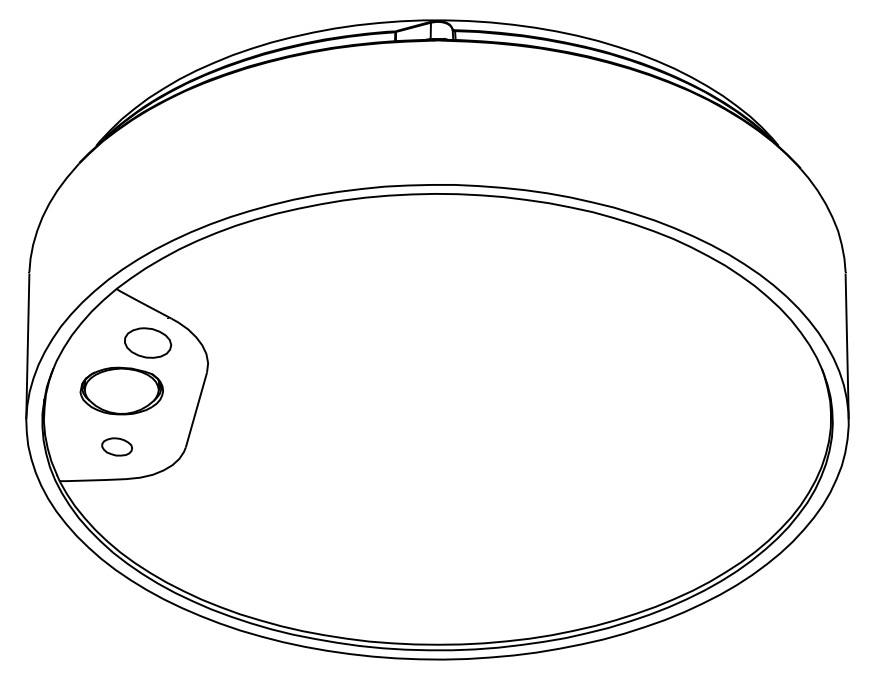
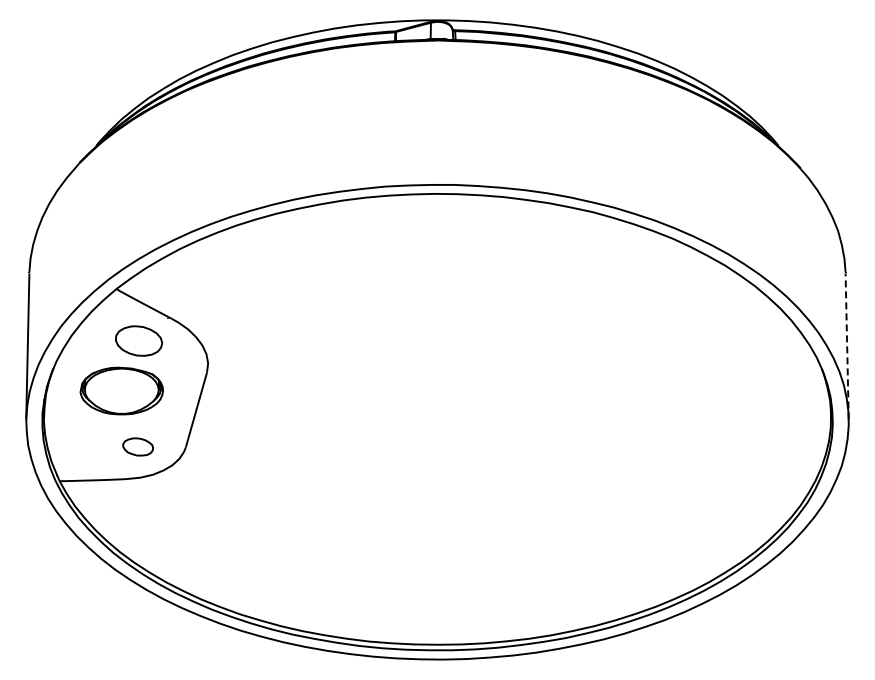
part at (148, 342) position: (148, 342) -> (139, 340)
line at (847, 346): solid -> dashed
part at (116, 446) position: (116, 446) -> (137, 446)
